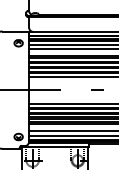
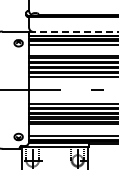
line at (74, 31): solid -> dashed
line at (71, 49): present -> none
line at (71, 131): present -> none
